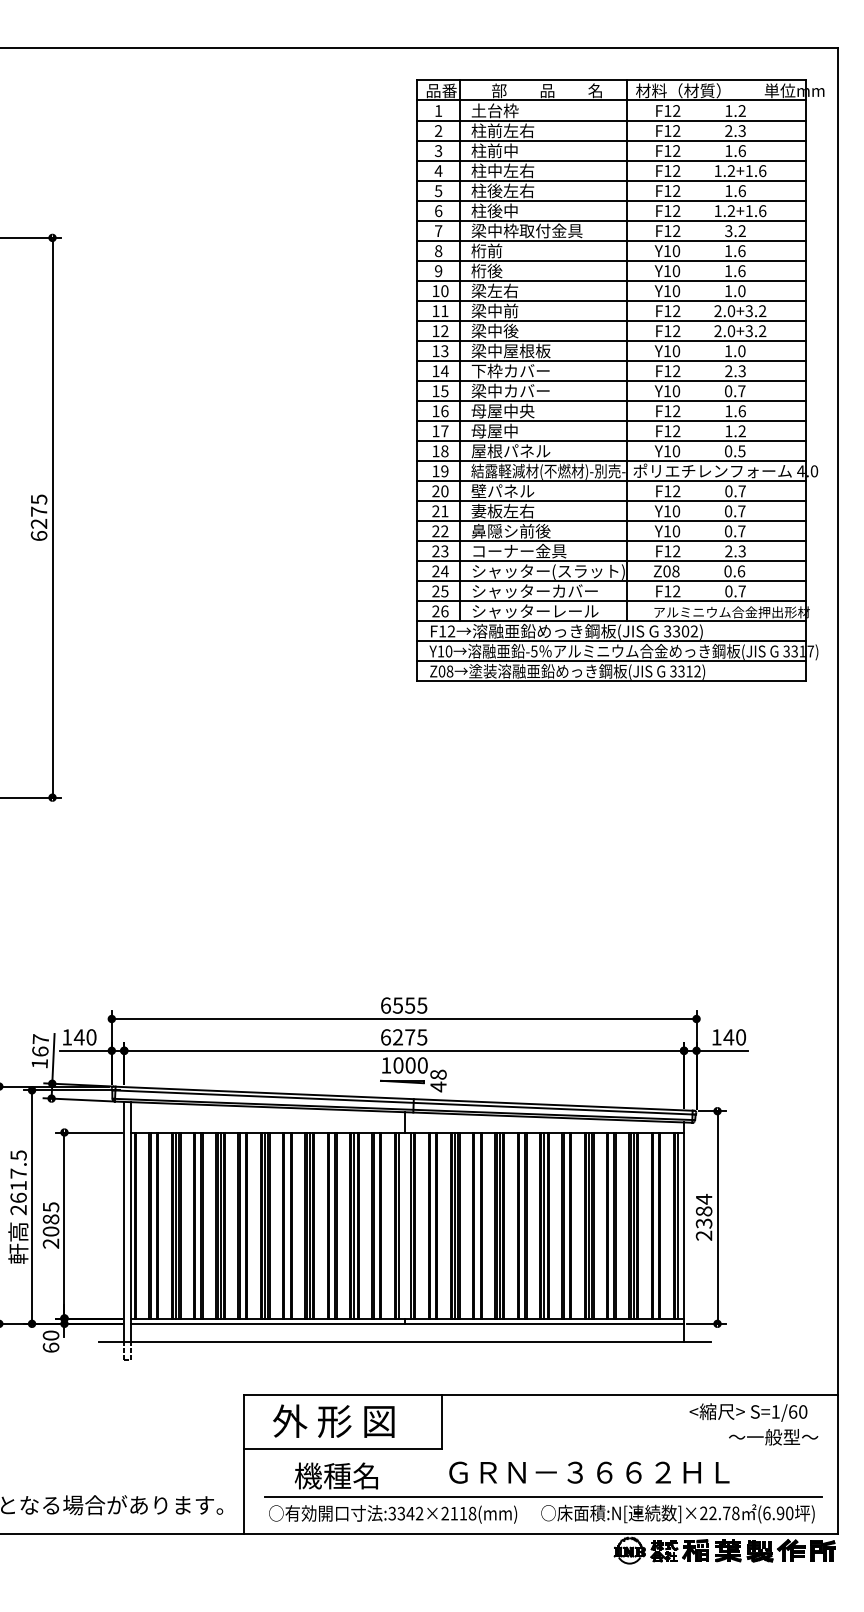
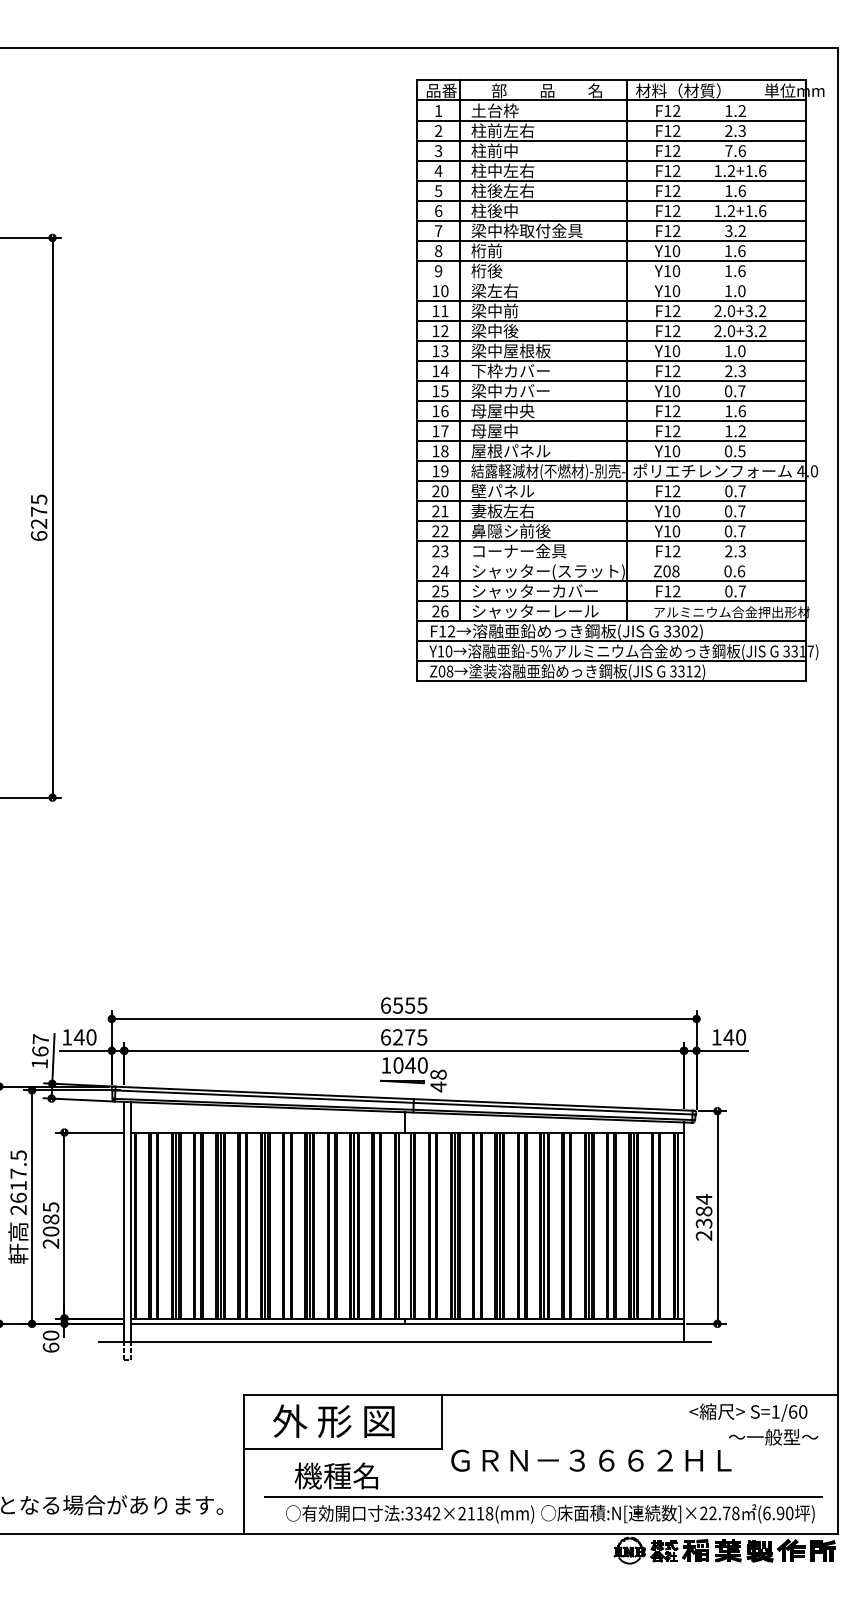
text at (728, 150): 1.6 -> 7.6
line at (611, 280): present -> none
line at (611, 560): present -> none
text at (410, 1065): 1000 -> 1040
text at (589, 1472) position: (589, 1472) -> (591, 1460)
text at (393, 1514) position: (393, 1514) -> (410, 1514)
